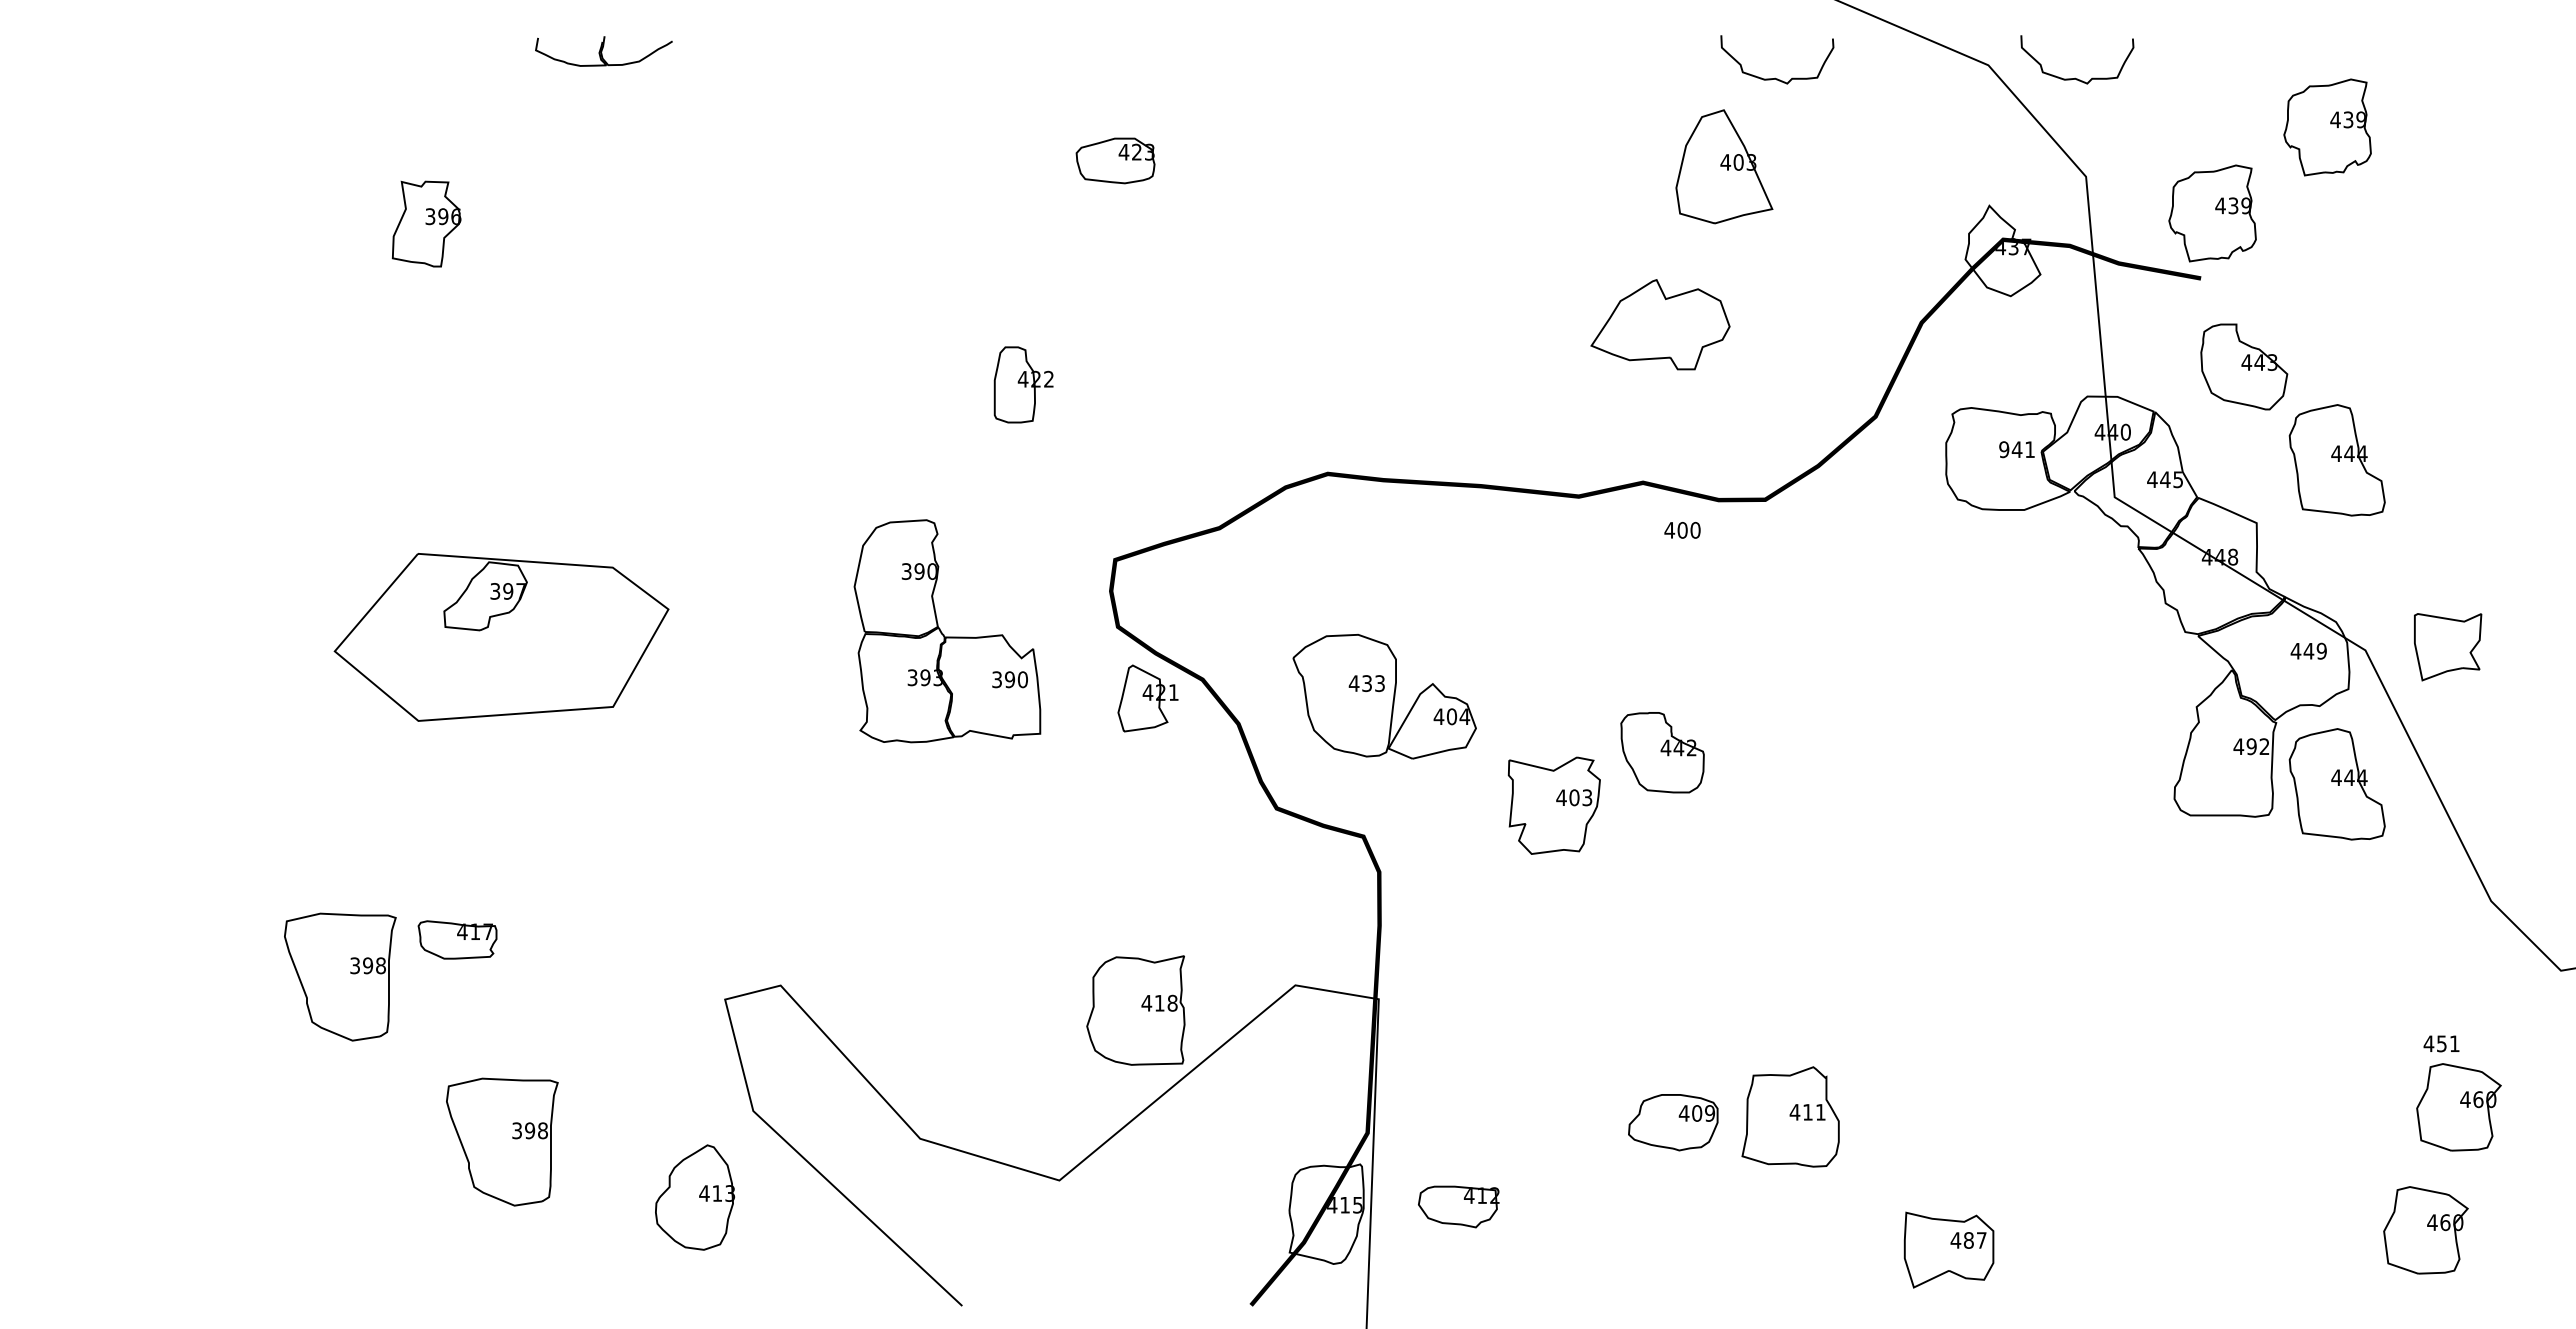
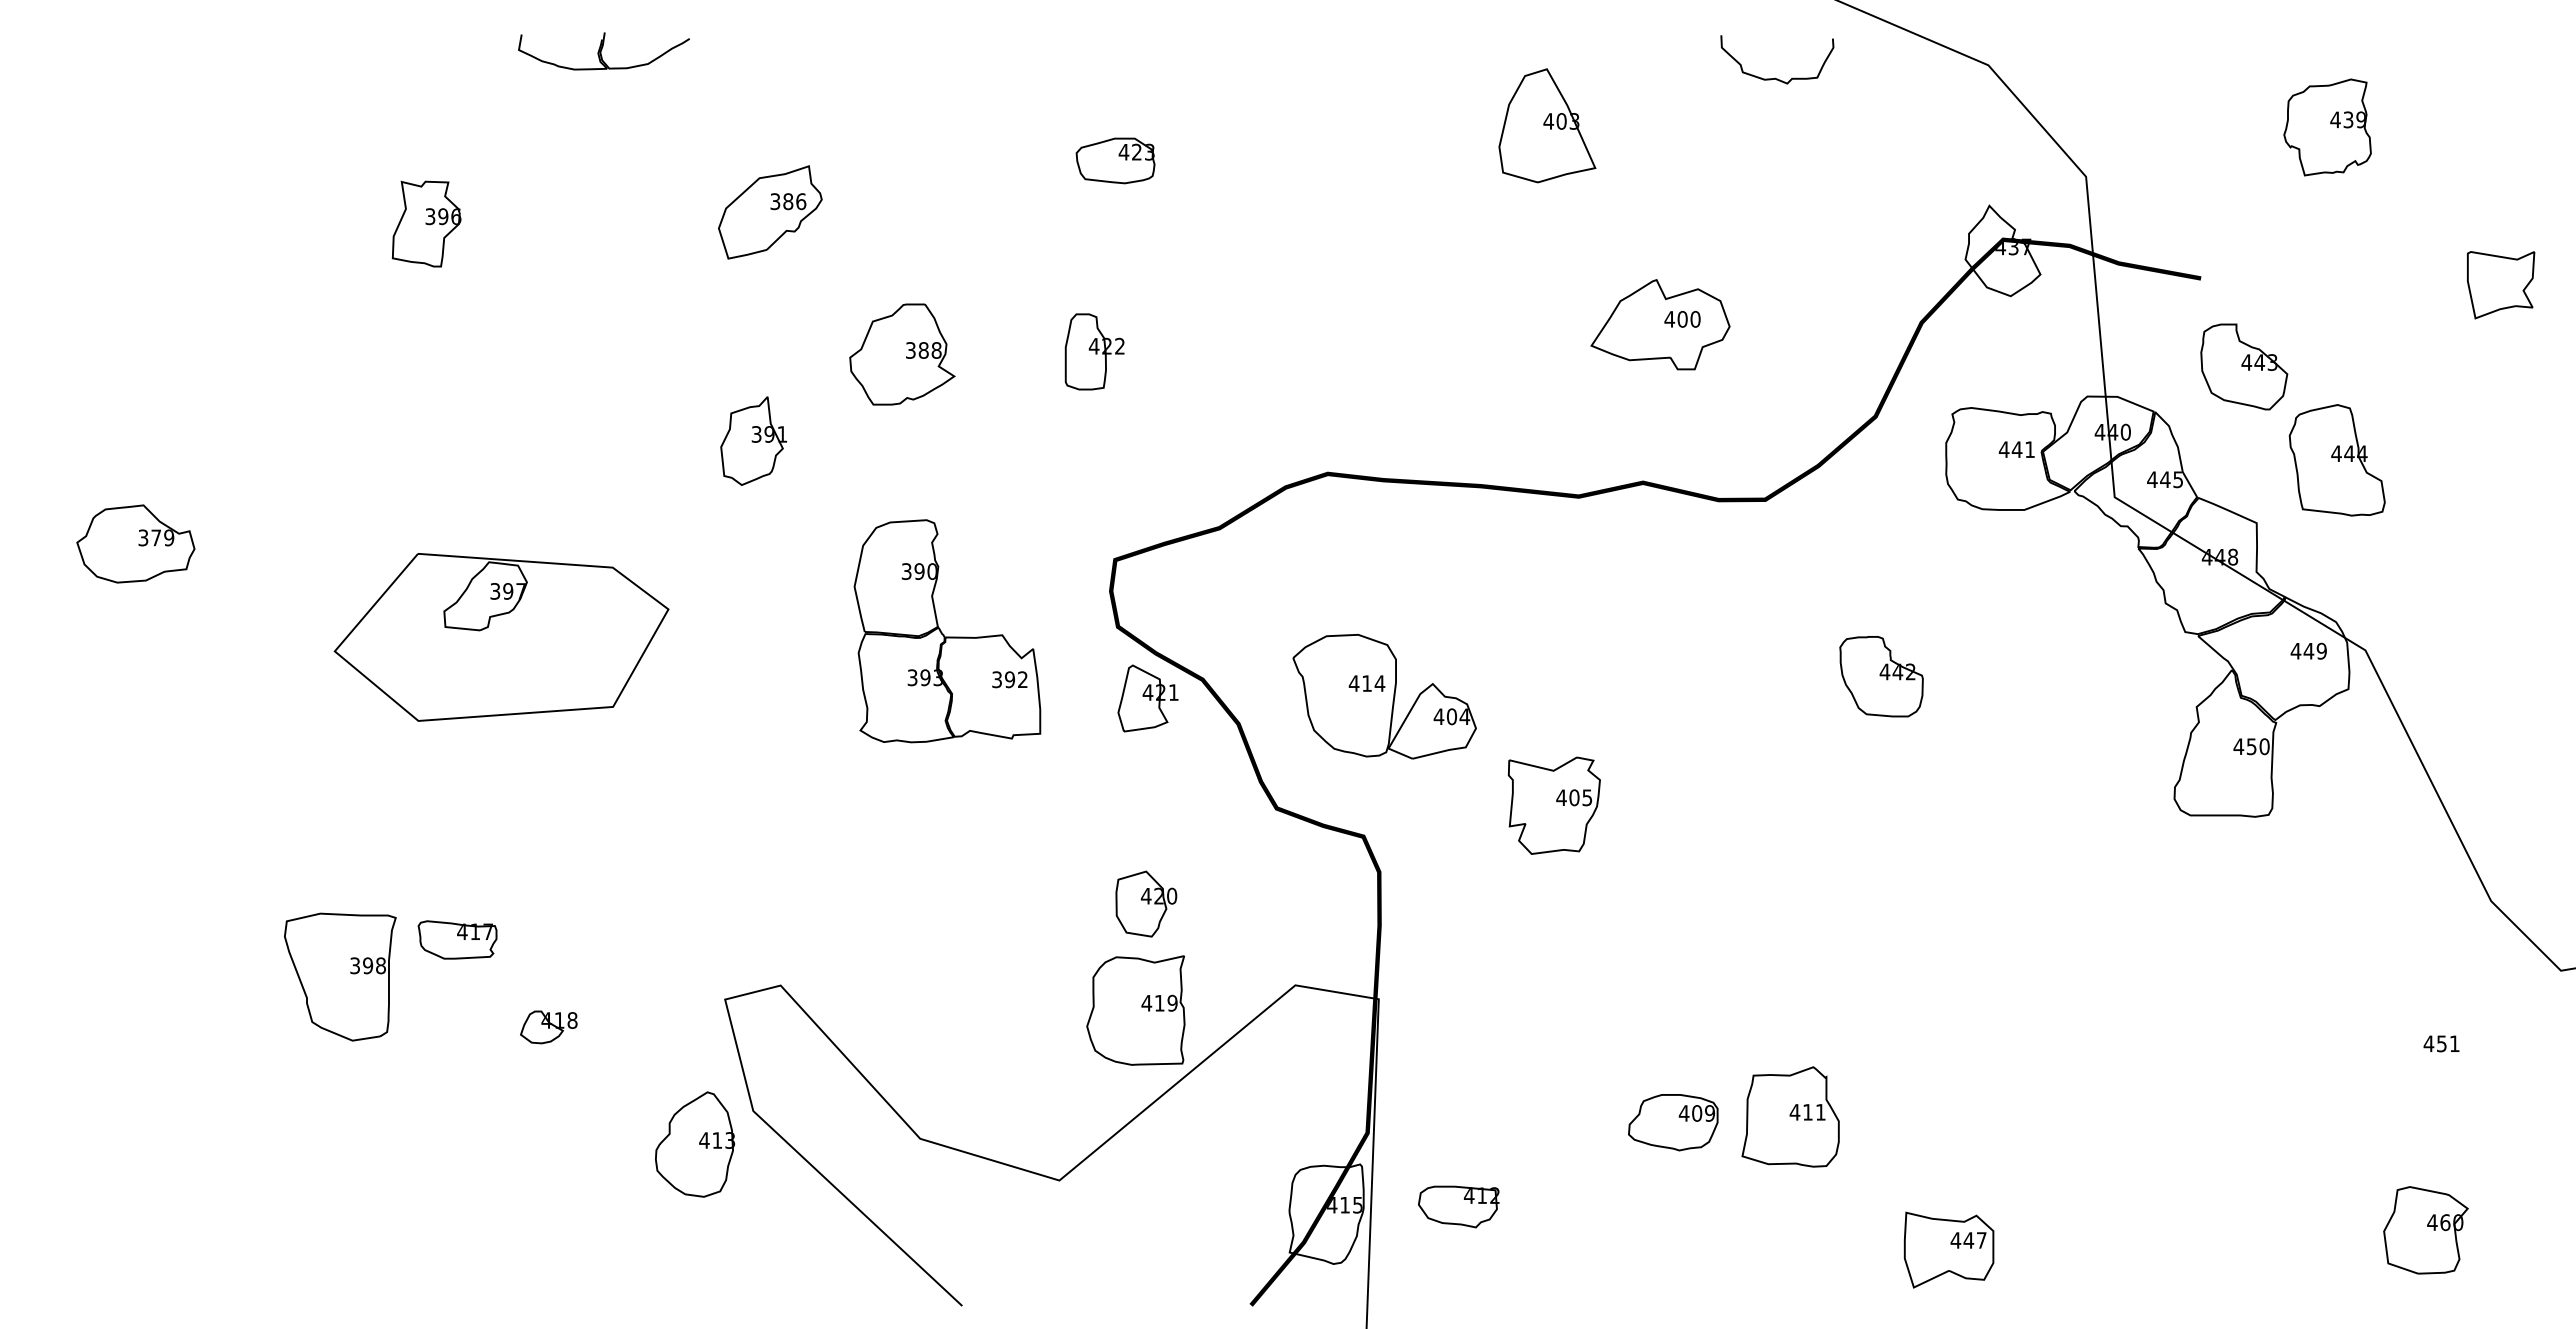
part at (603, 51) size: 138x31 px -> 172x39 px
curve at (2075, 77): present -> none
part at (1724, 166) position: (1724, 166) -> (1547, 125)
part at (770, 212): none -> present
part at (2212, 213): present -> none
part at (902, 354): none -> present
part at (1023, 384) position: (1023, 384) -> (1094, 351)
part at (753, 440): none -> present
text at (2003, 449): 941 -> 441
text at (1682, 530) position: (1682, 530) -> (1682, 319)
part at (135, 543): none -> present
part at (2448, 647) position: (2448, 647) -> (2501, 285)
text at (1022, 679): 390 -> 392
text at (1373, 683): 433 -> 414
text at (2257, 746): 492 -> 450
part at (1662, 752) position: (1662, 752) -> (1881, 676)
part at (2336, 784): present -> none
text at (1587, 797): 403 -> 405
part at (1146, 903): none -> present
text at (1172, 1003): 418 -> 419
part at (548, 1027): none -> present
part at (2458, 1107): present -> none
part at (502, 1141): present -> none
part at (695, 1197) position: (695, 1197) -> (695, 1144)
text at (1968, 1240): 487 -> 447
